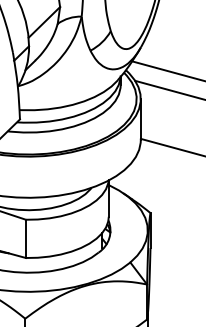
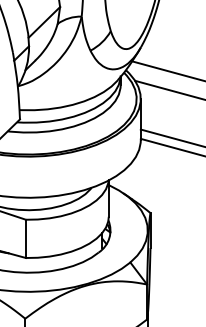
line at (171, 137): none -> present
